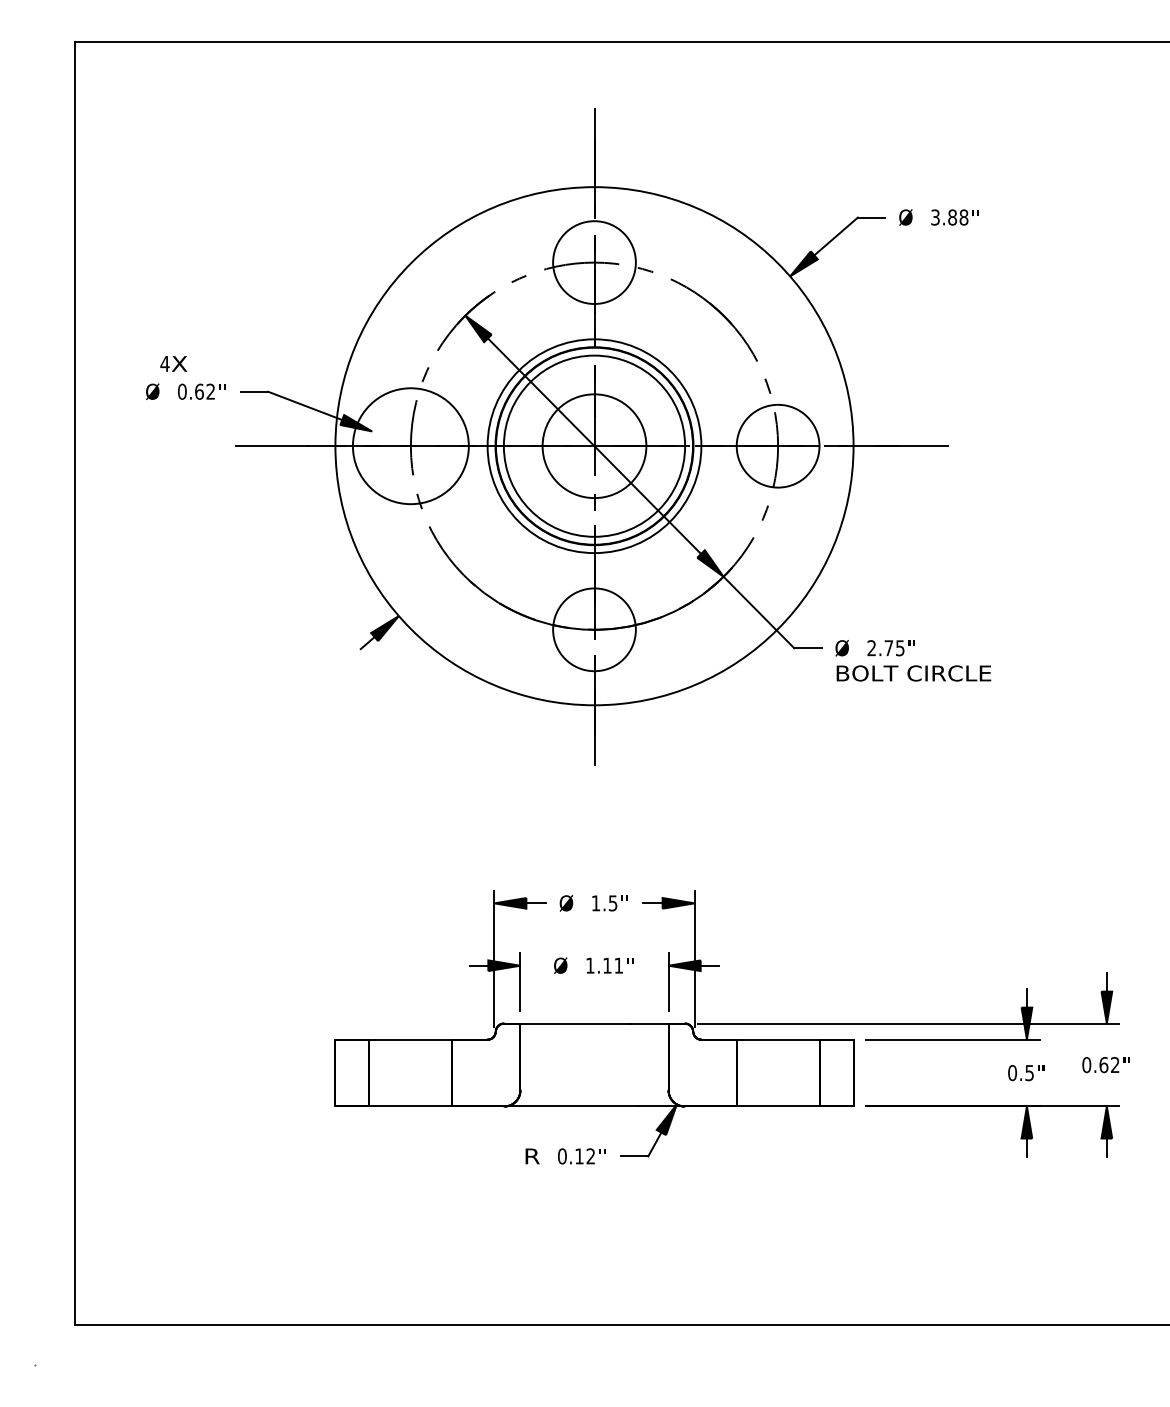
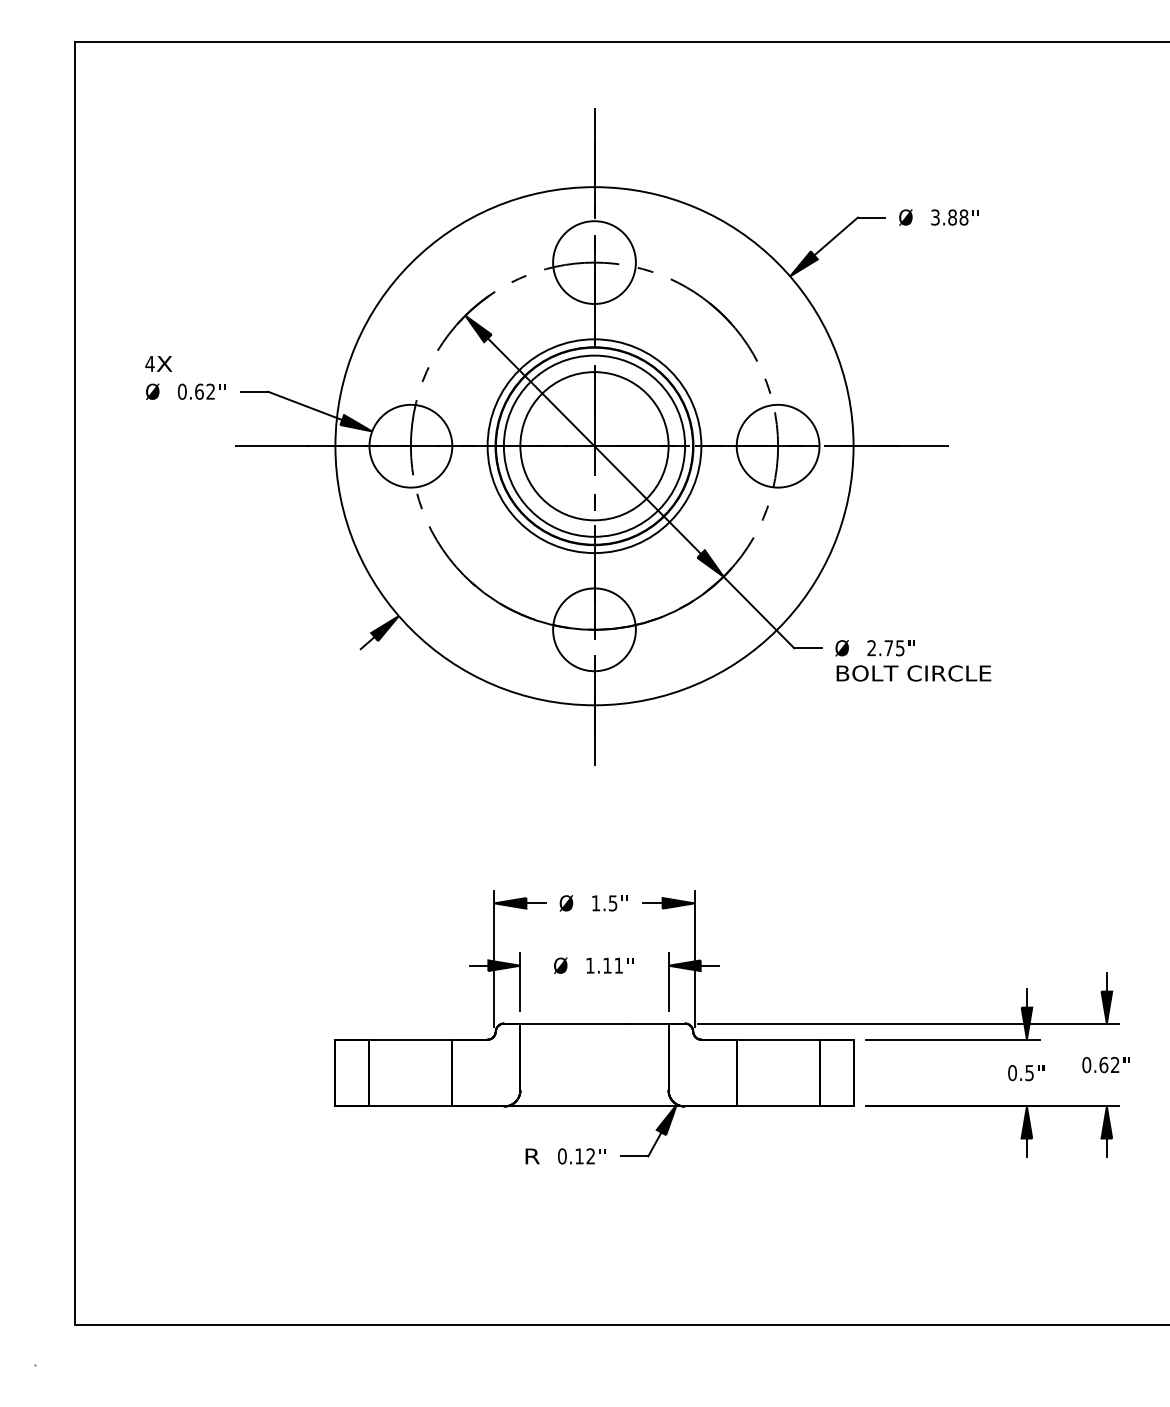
text at (173, 363) position: (173, 363) -> (158, 363)
circle at (410, 446) diameter: 116 px -> 83 px
circle at (594, 446) diameter: 104 px -> 148 px
